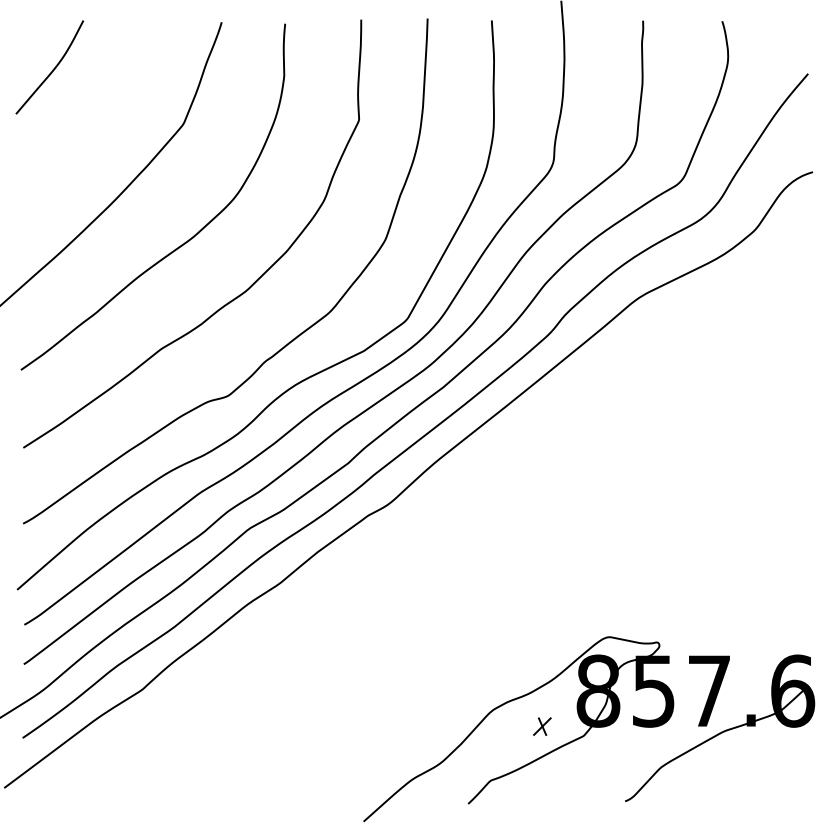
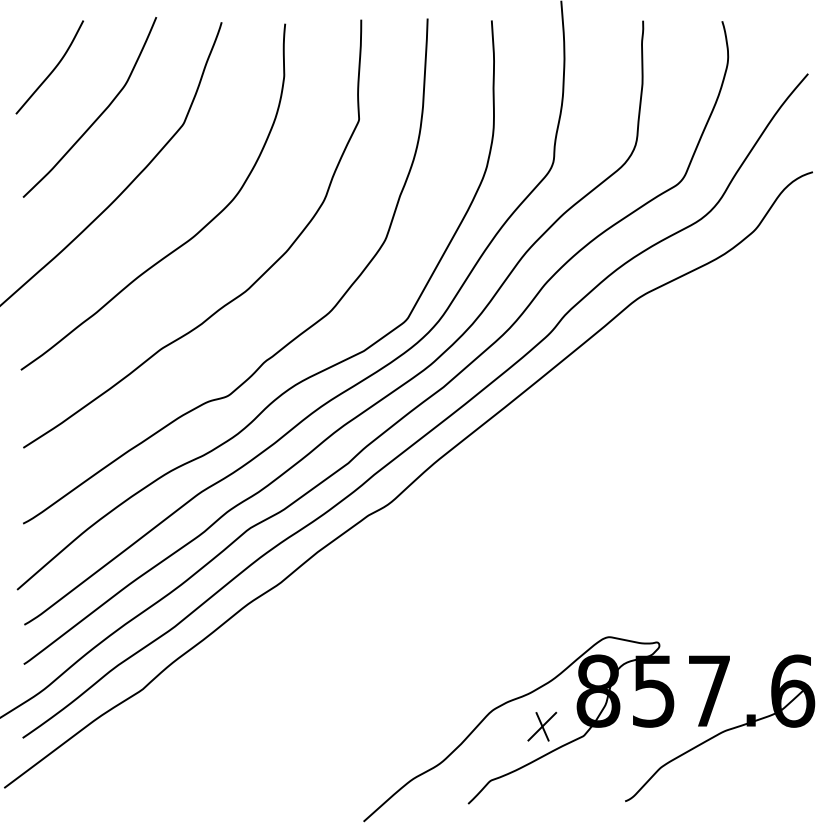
curve at (100, 113): none -> present
part at (542, 726) size: 19x19 px -> 31x31 px
